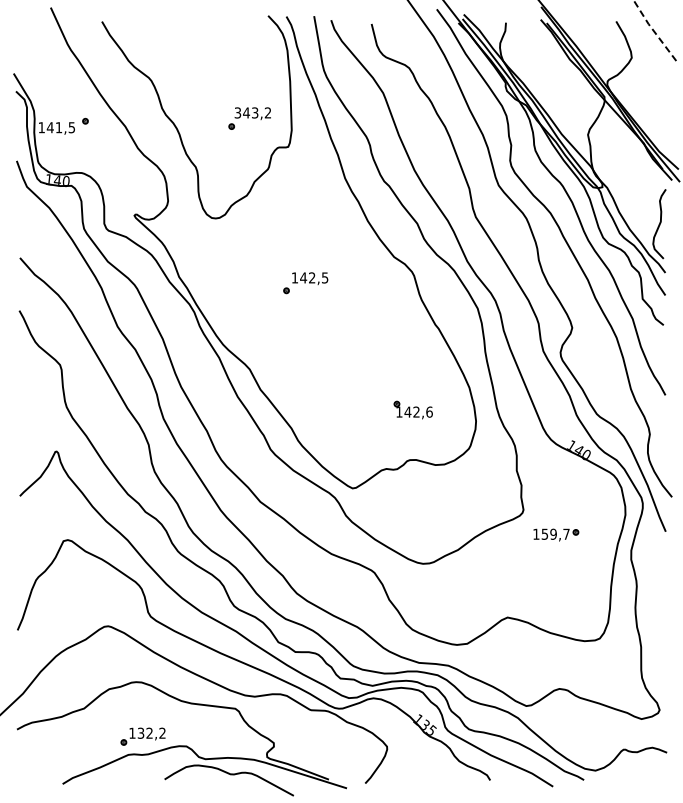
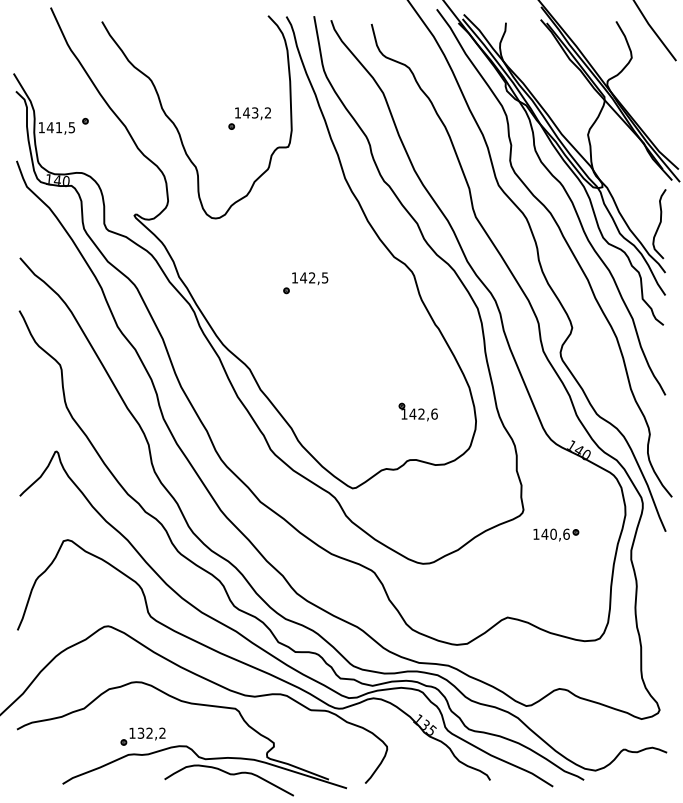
line at (653, 30): dashed -> solid
text at (237, 112): 343,2 -> 143,2
part at (412, 409) position: (412, 409) -> (417, 411)
text at (555, 533): 159,7 -> 140,6
